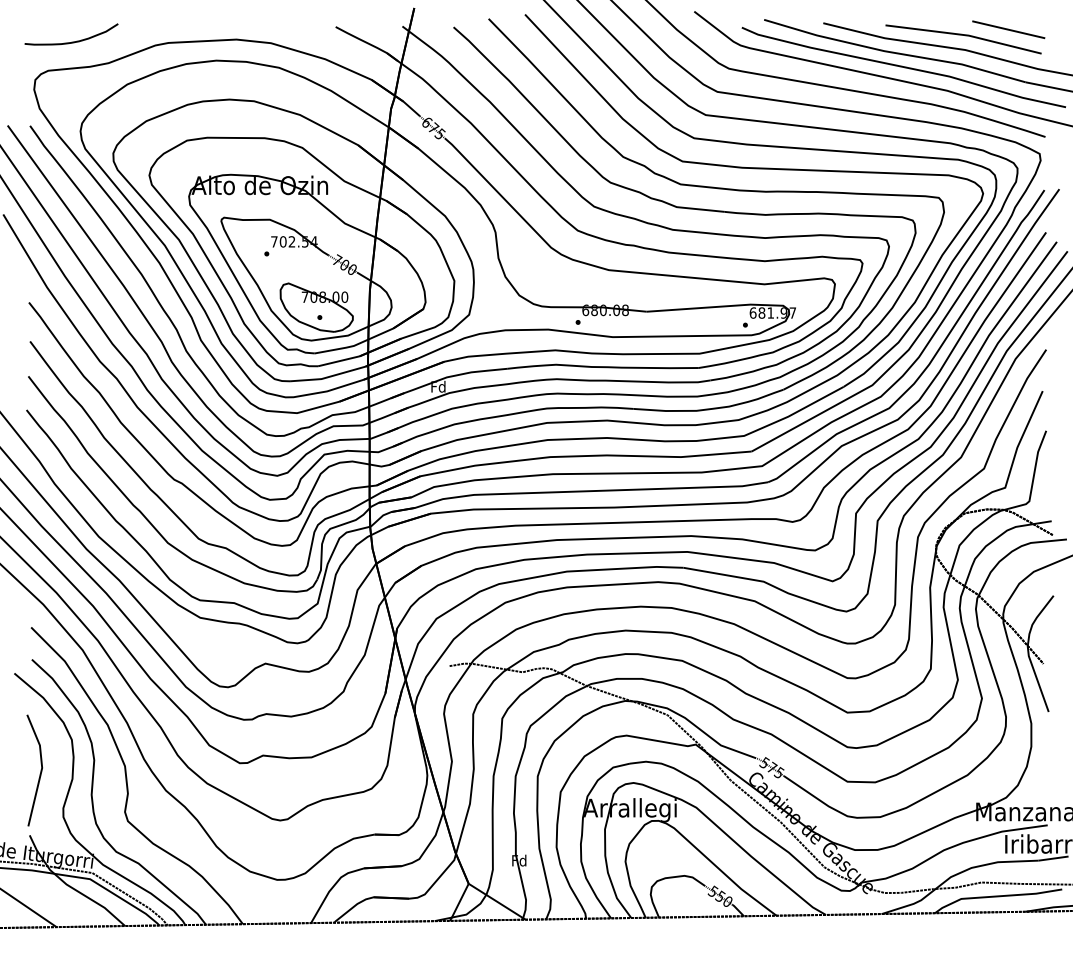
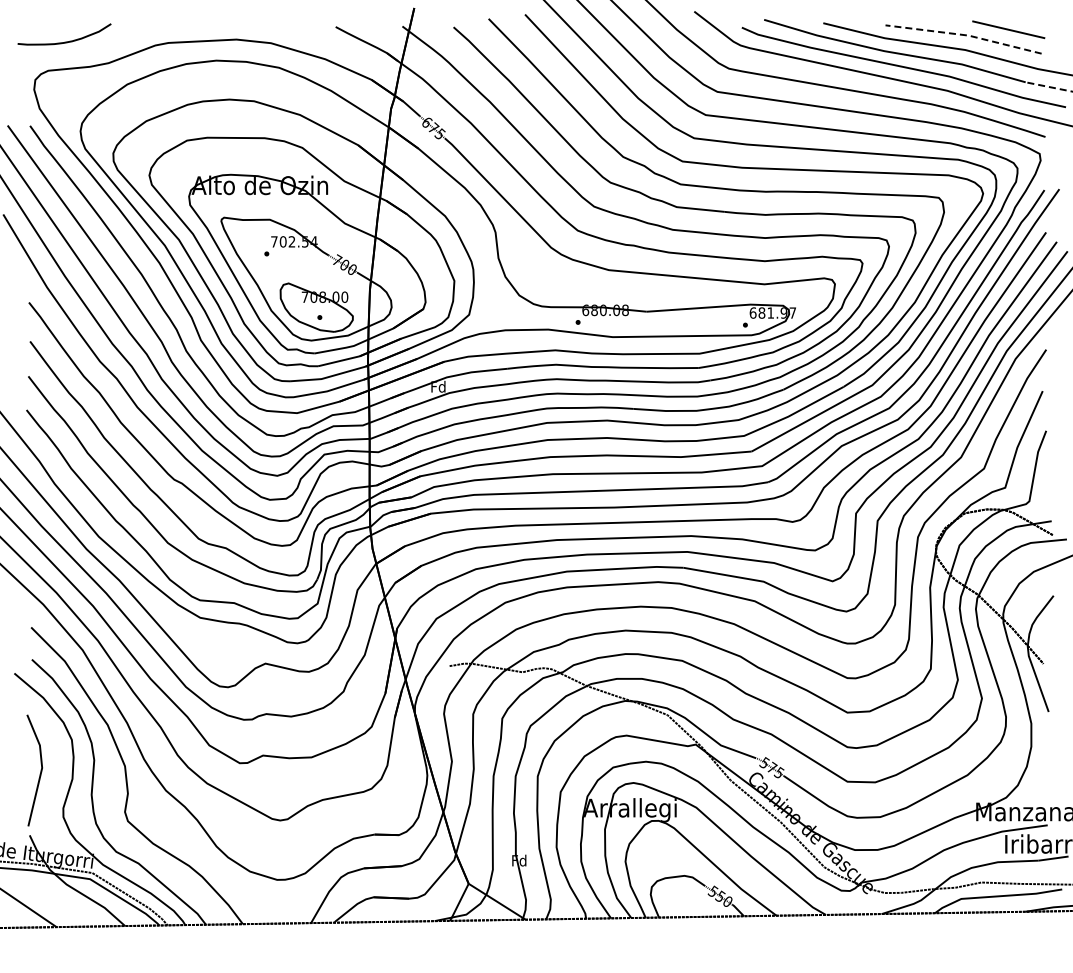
line at (964, 35): solid -> dashed
curve at (71, 41) position: (71, 41) -> (64, 41)
line at (1049, 86): solid -> dashed
